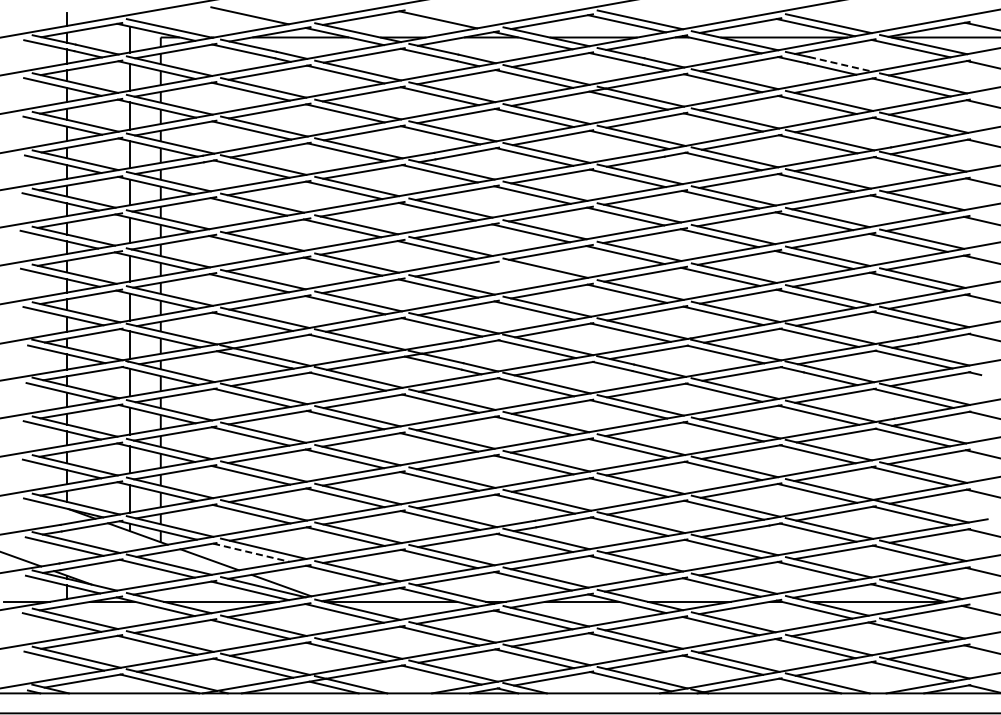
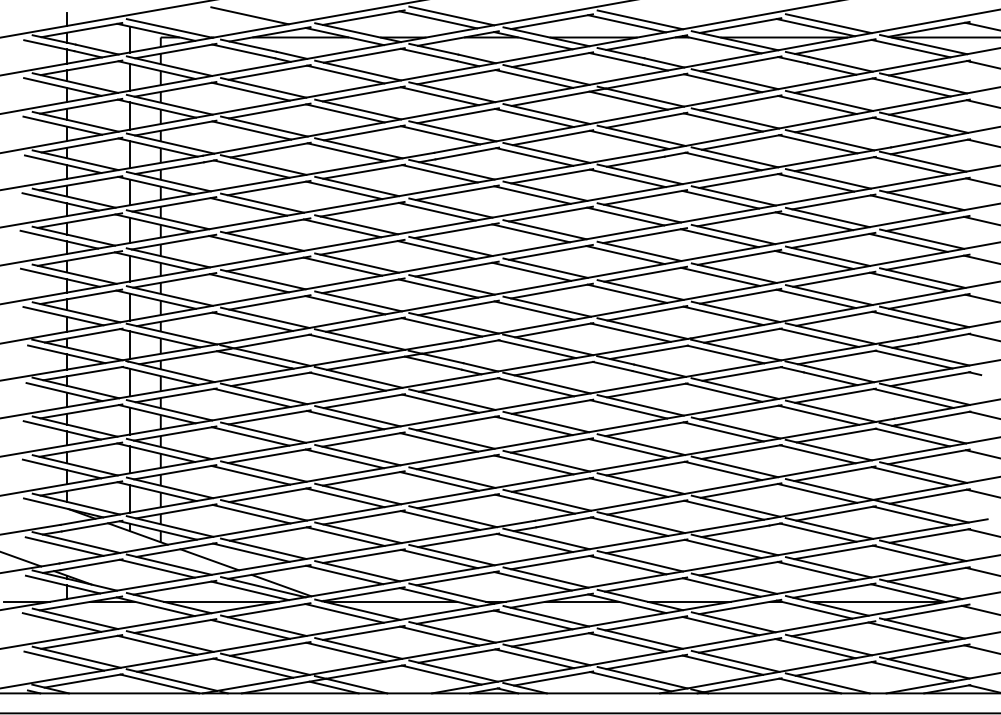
line at (451, 15): none -> present
line at (840, 64): dashed -> solid
line at (531, 271): none -> present
line at (251, 552): dashed -> solid
